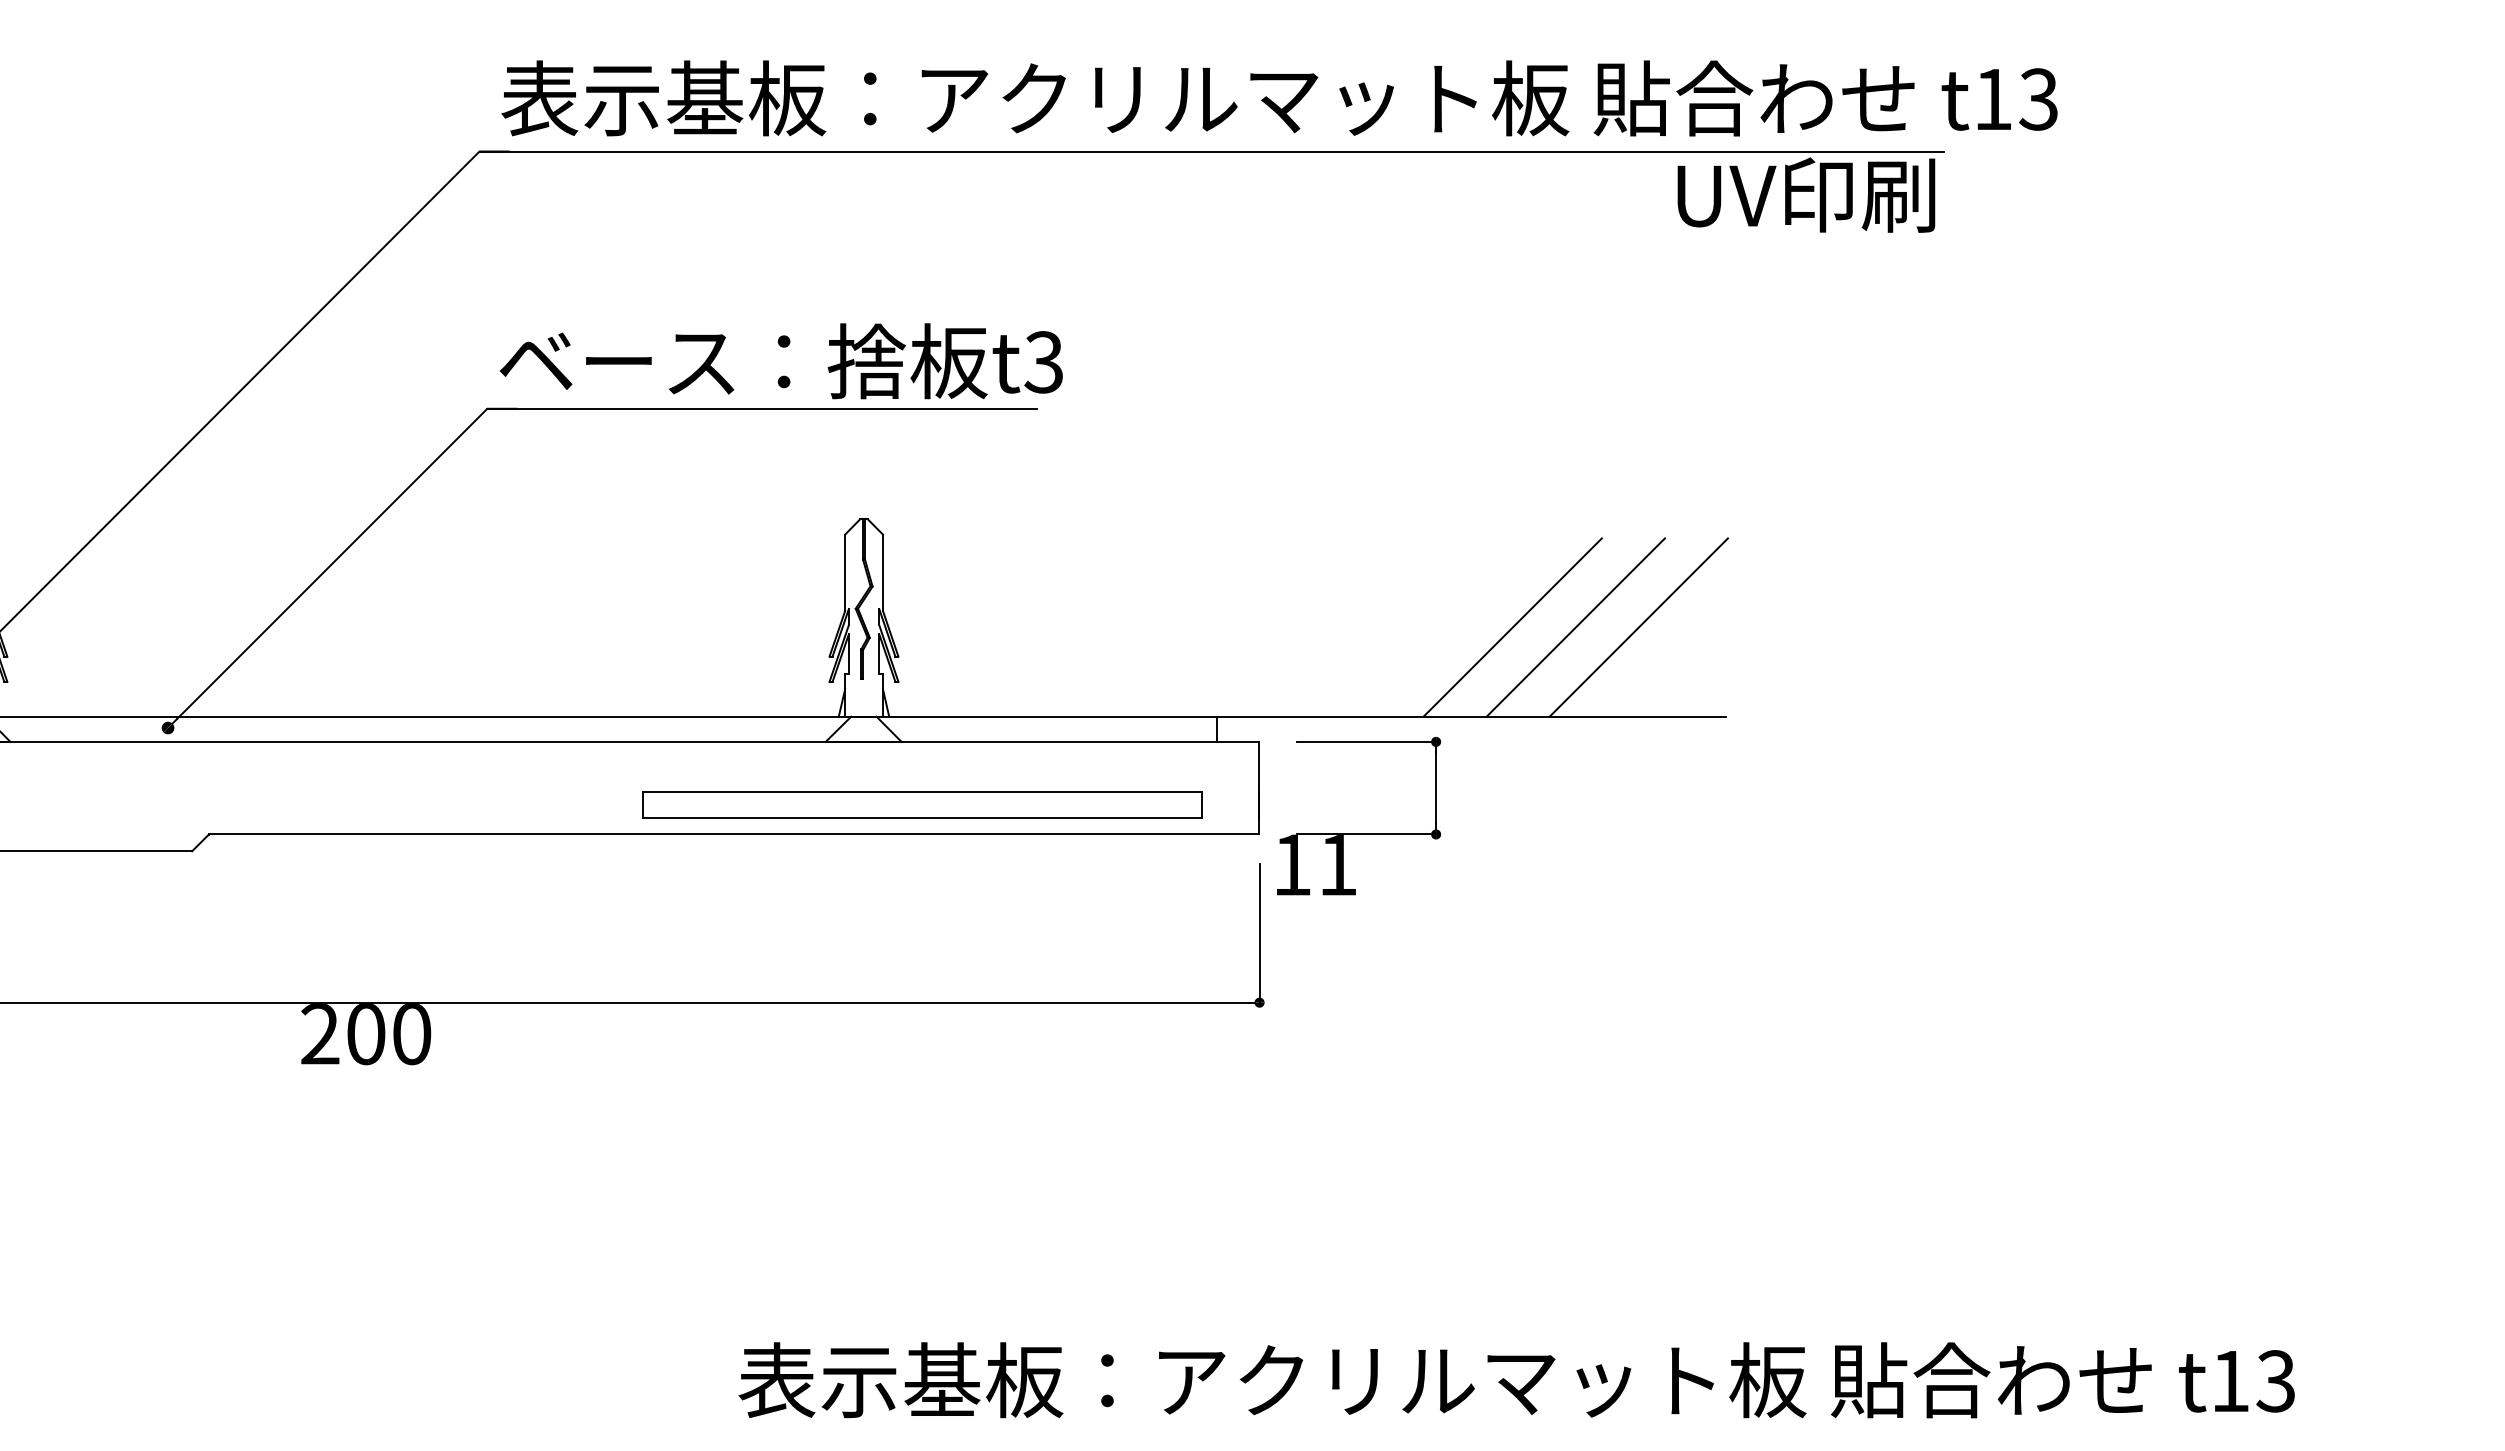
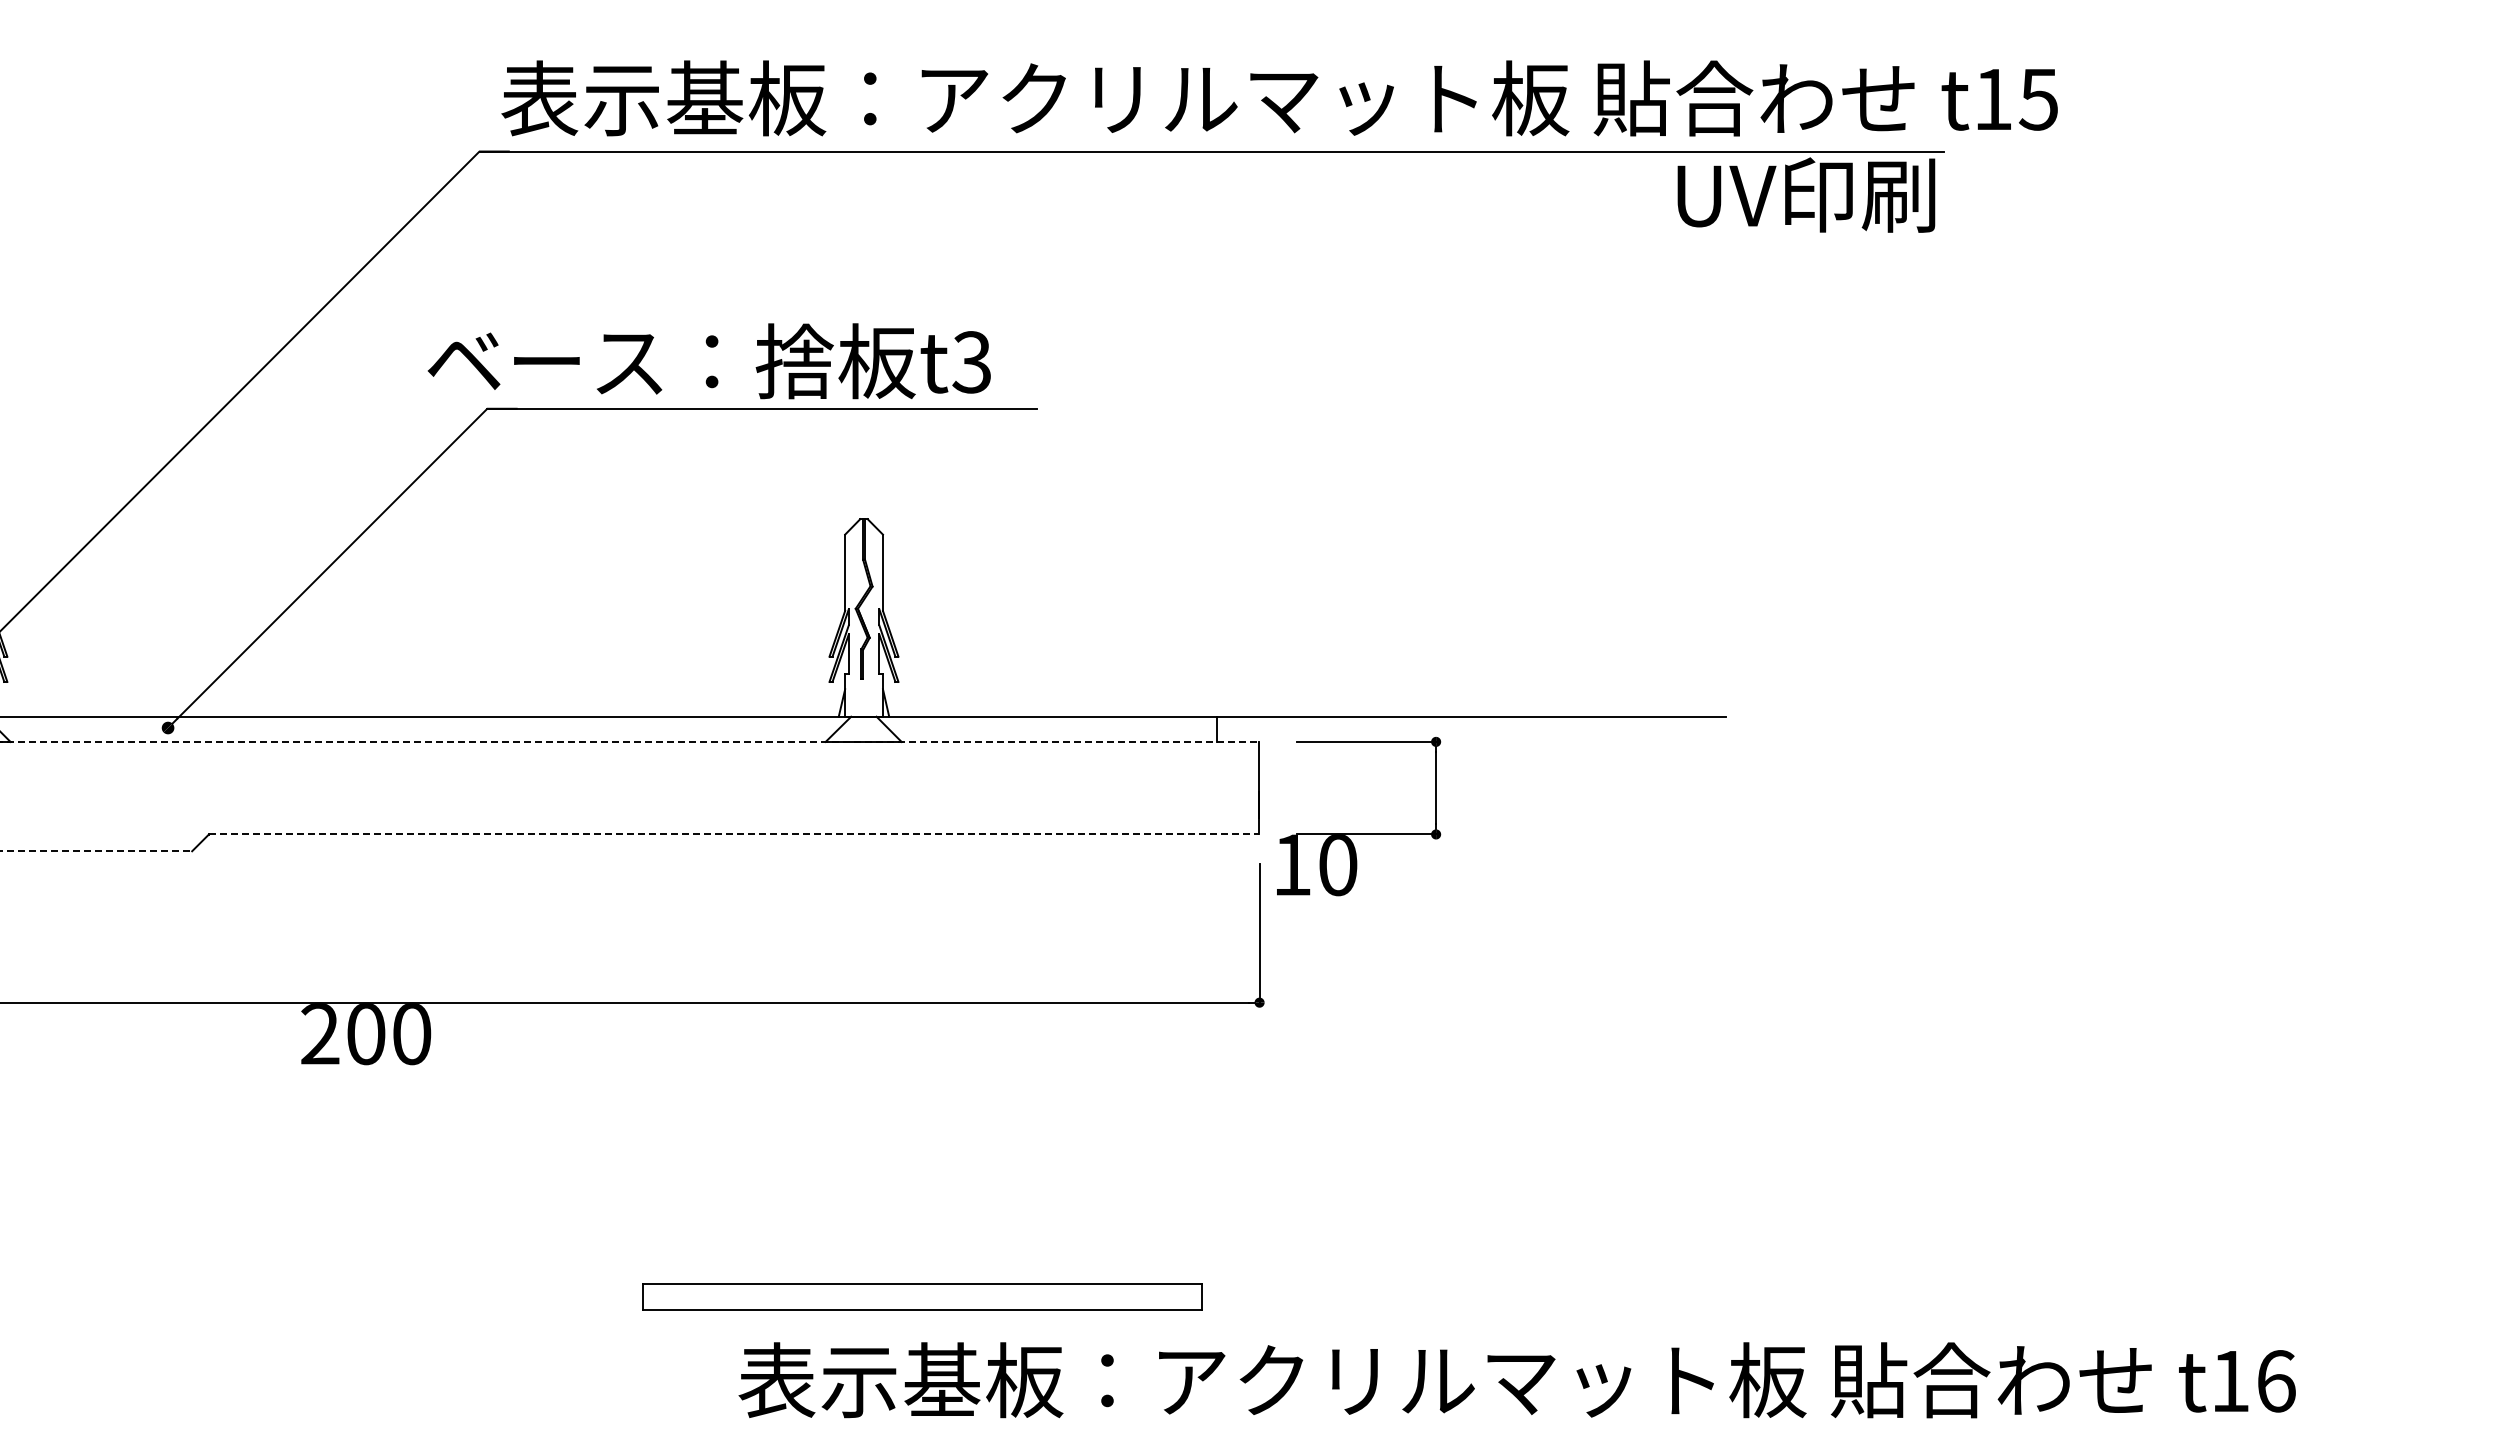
text at (2038, 99): t13 -> t15
text at (780, 361) position: (780, 361) -> (708, 361)
line at (1512, 627): present -> none
line at (1575, 627): present -> none
line at (1638, 627): present -> none
line at (629, 741): solid -> dashed
part at (922, 804) position: (922, 804) -> (922, 1296)
line at (734, 834): solid -> dashed
line at (96, 851): solid -> dashed
text at (1338, 865): 11 -> 10
text at (2275, 1381): t13 -> t16
